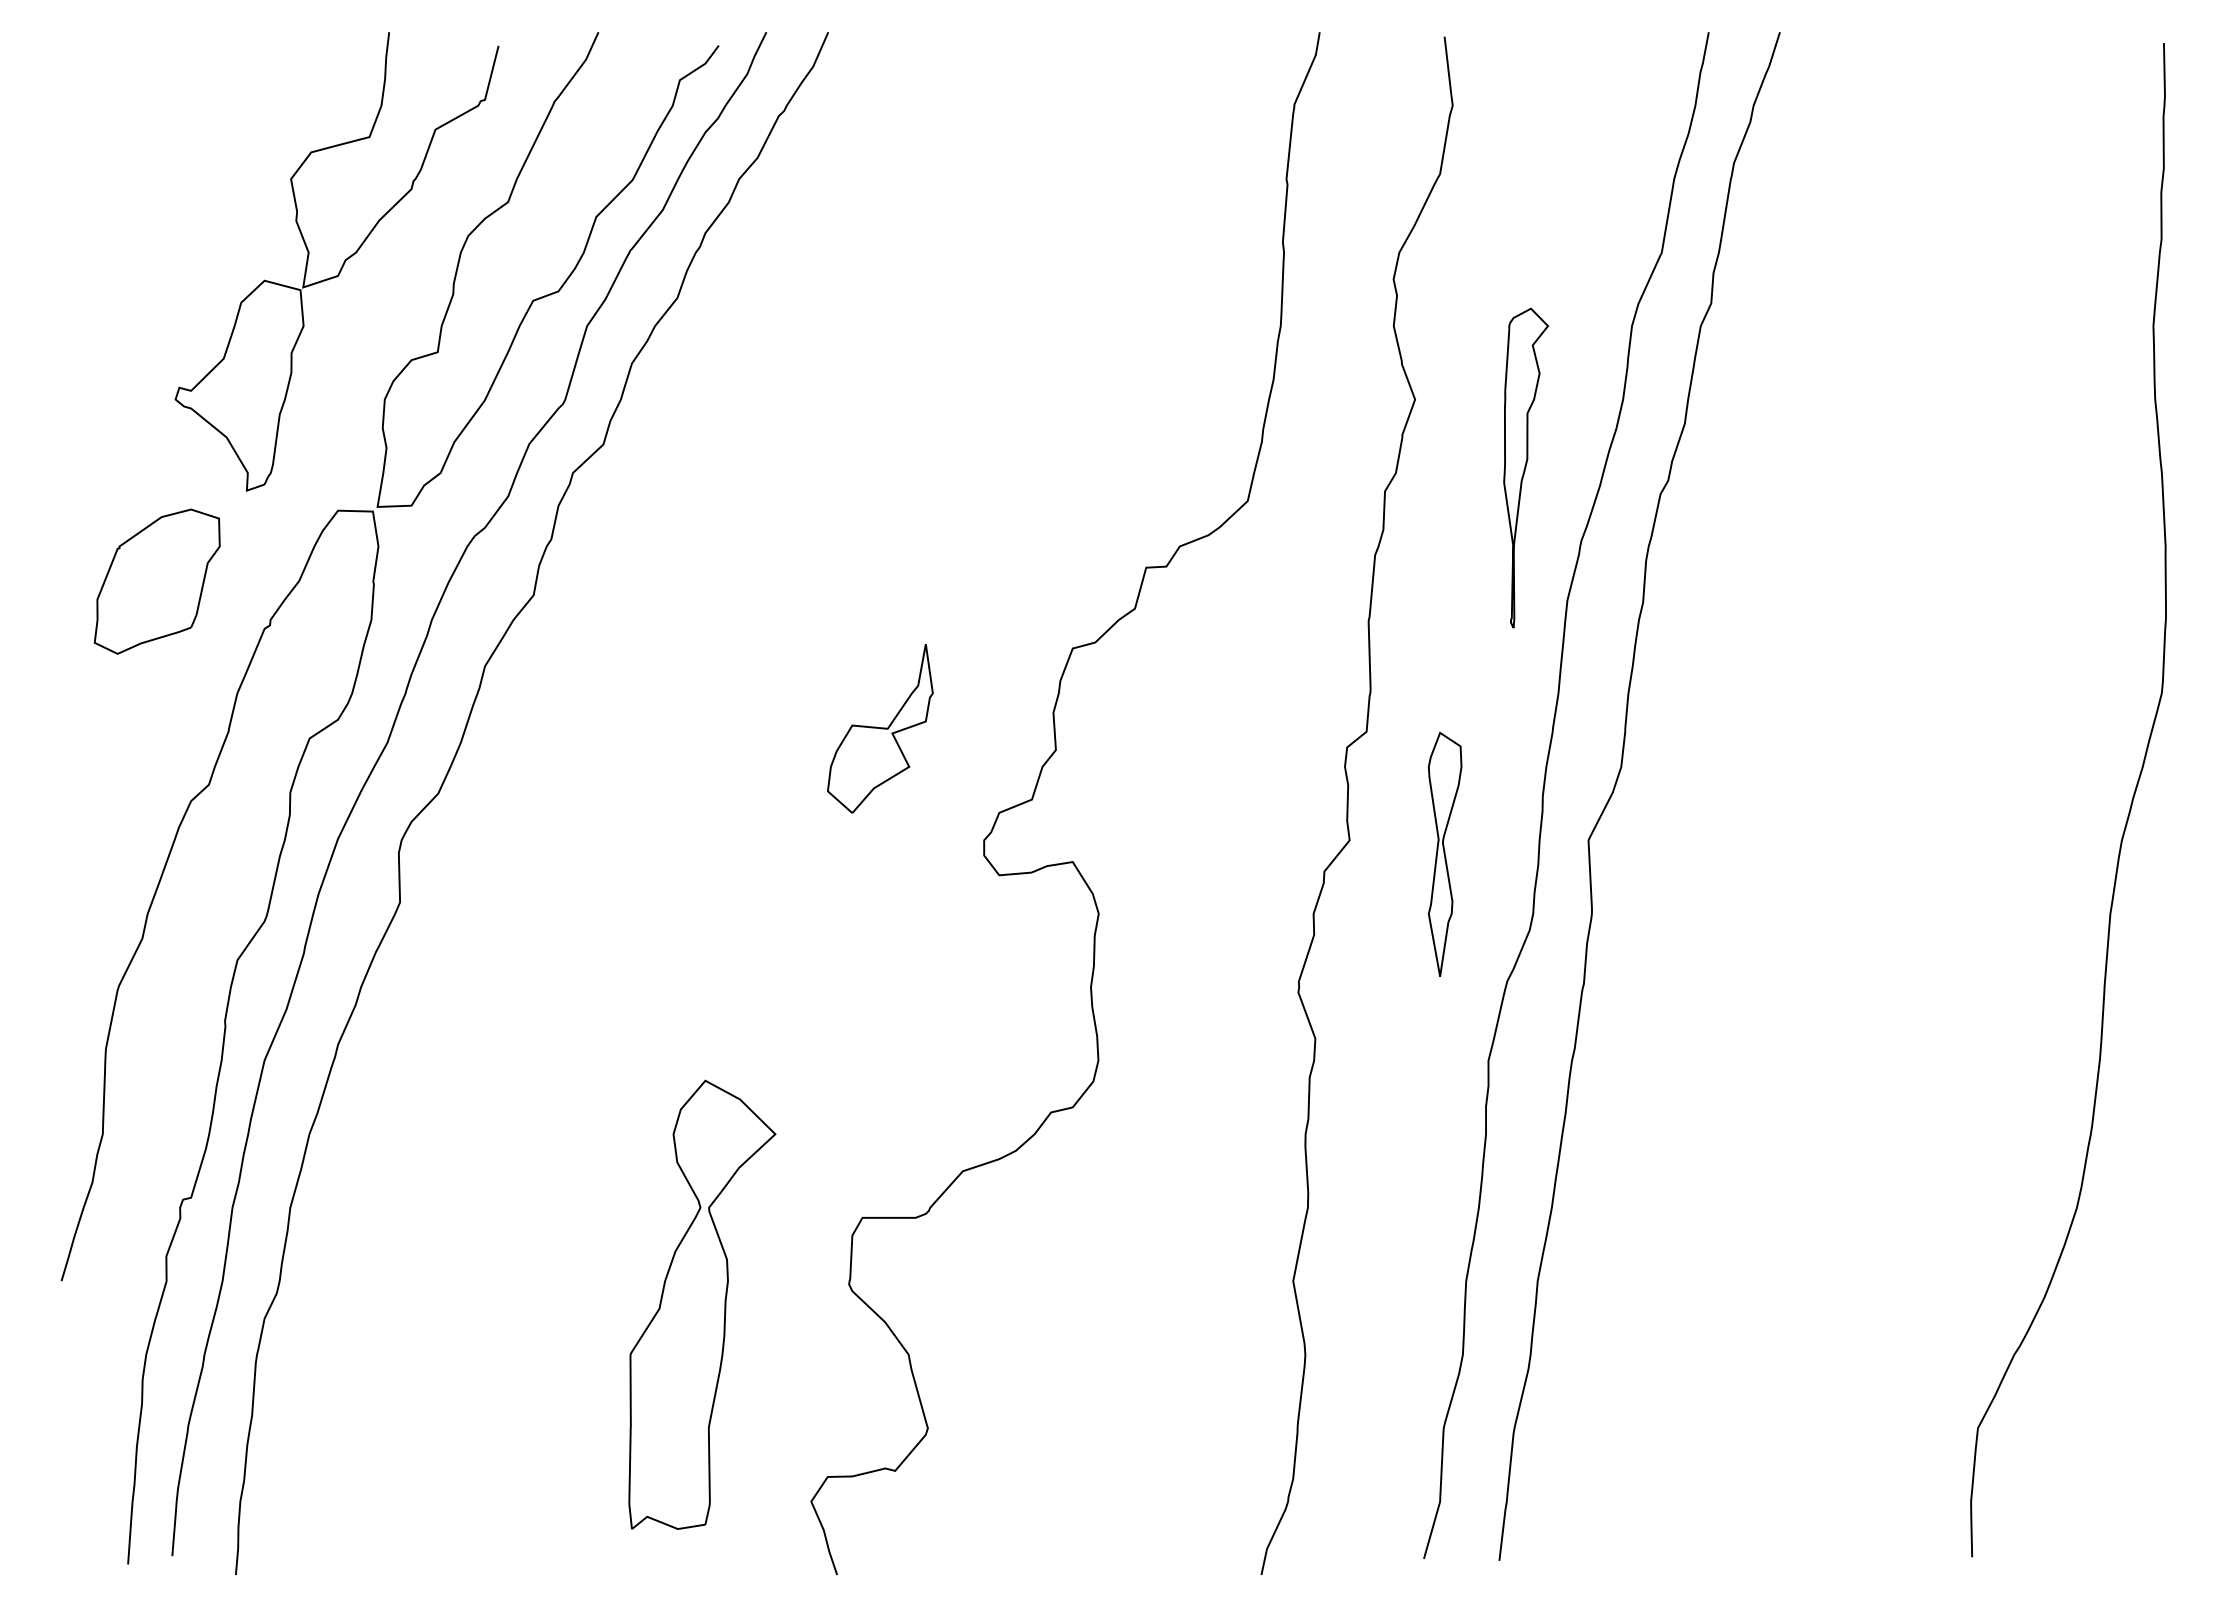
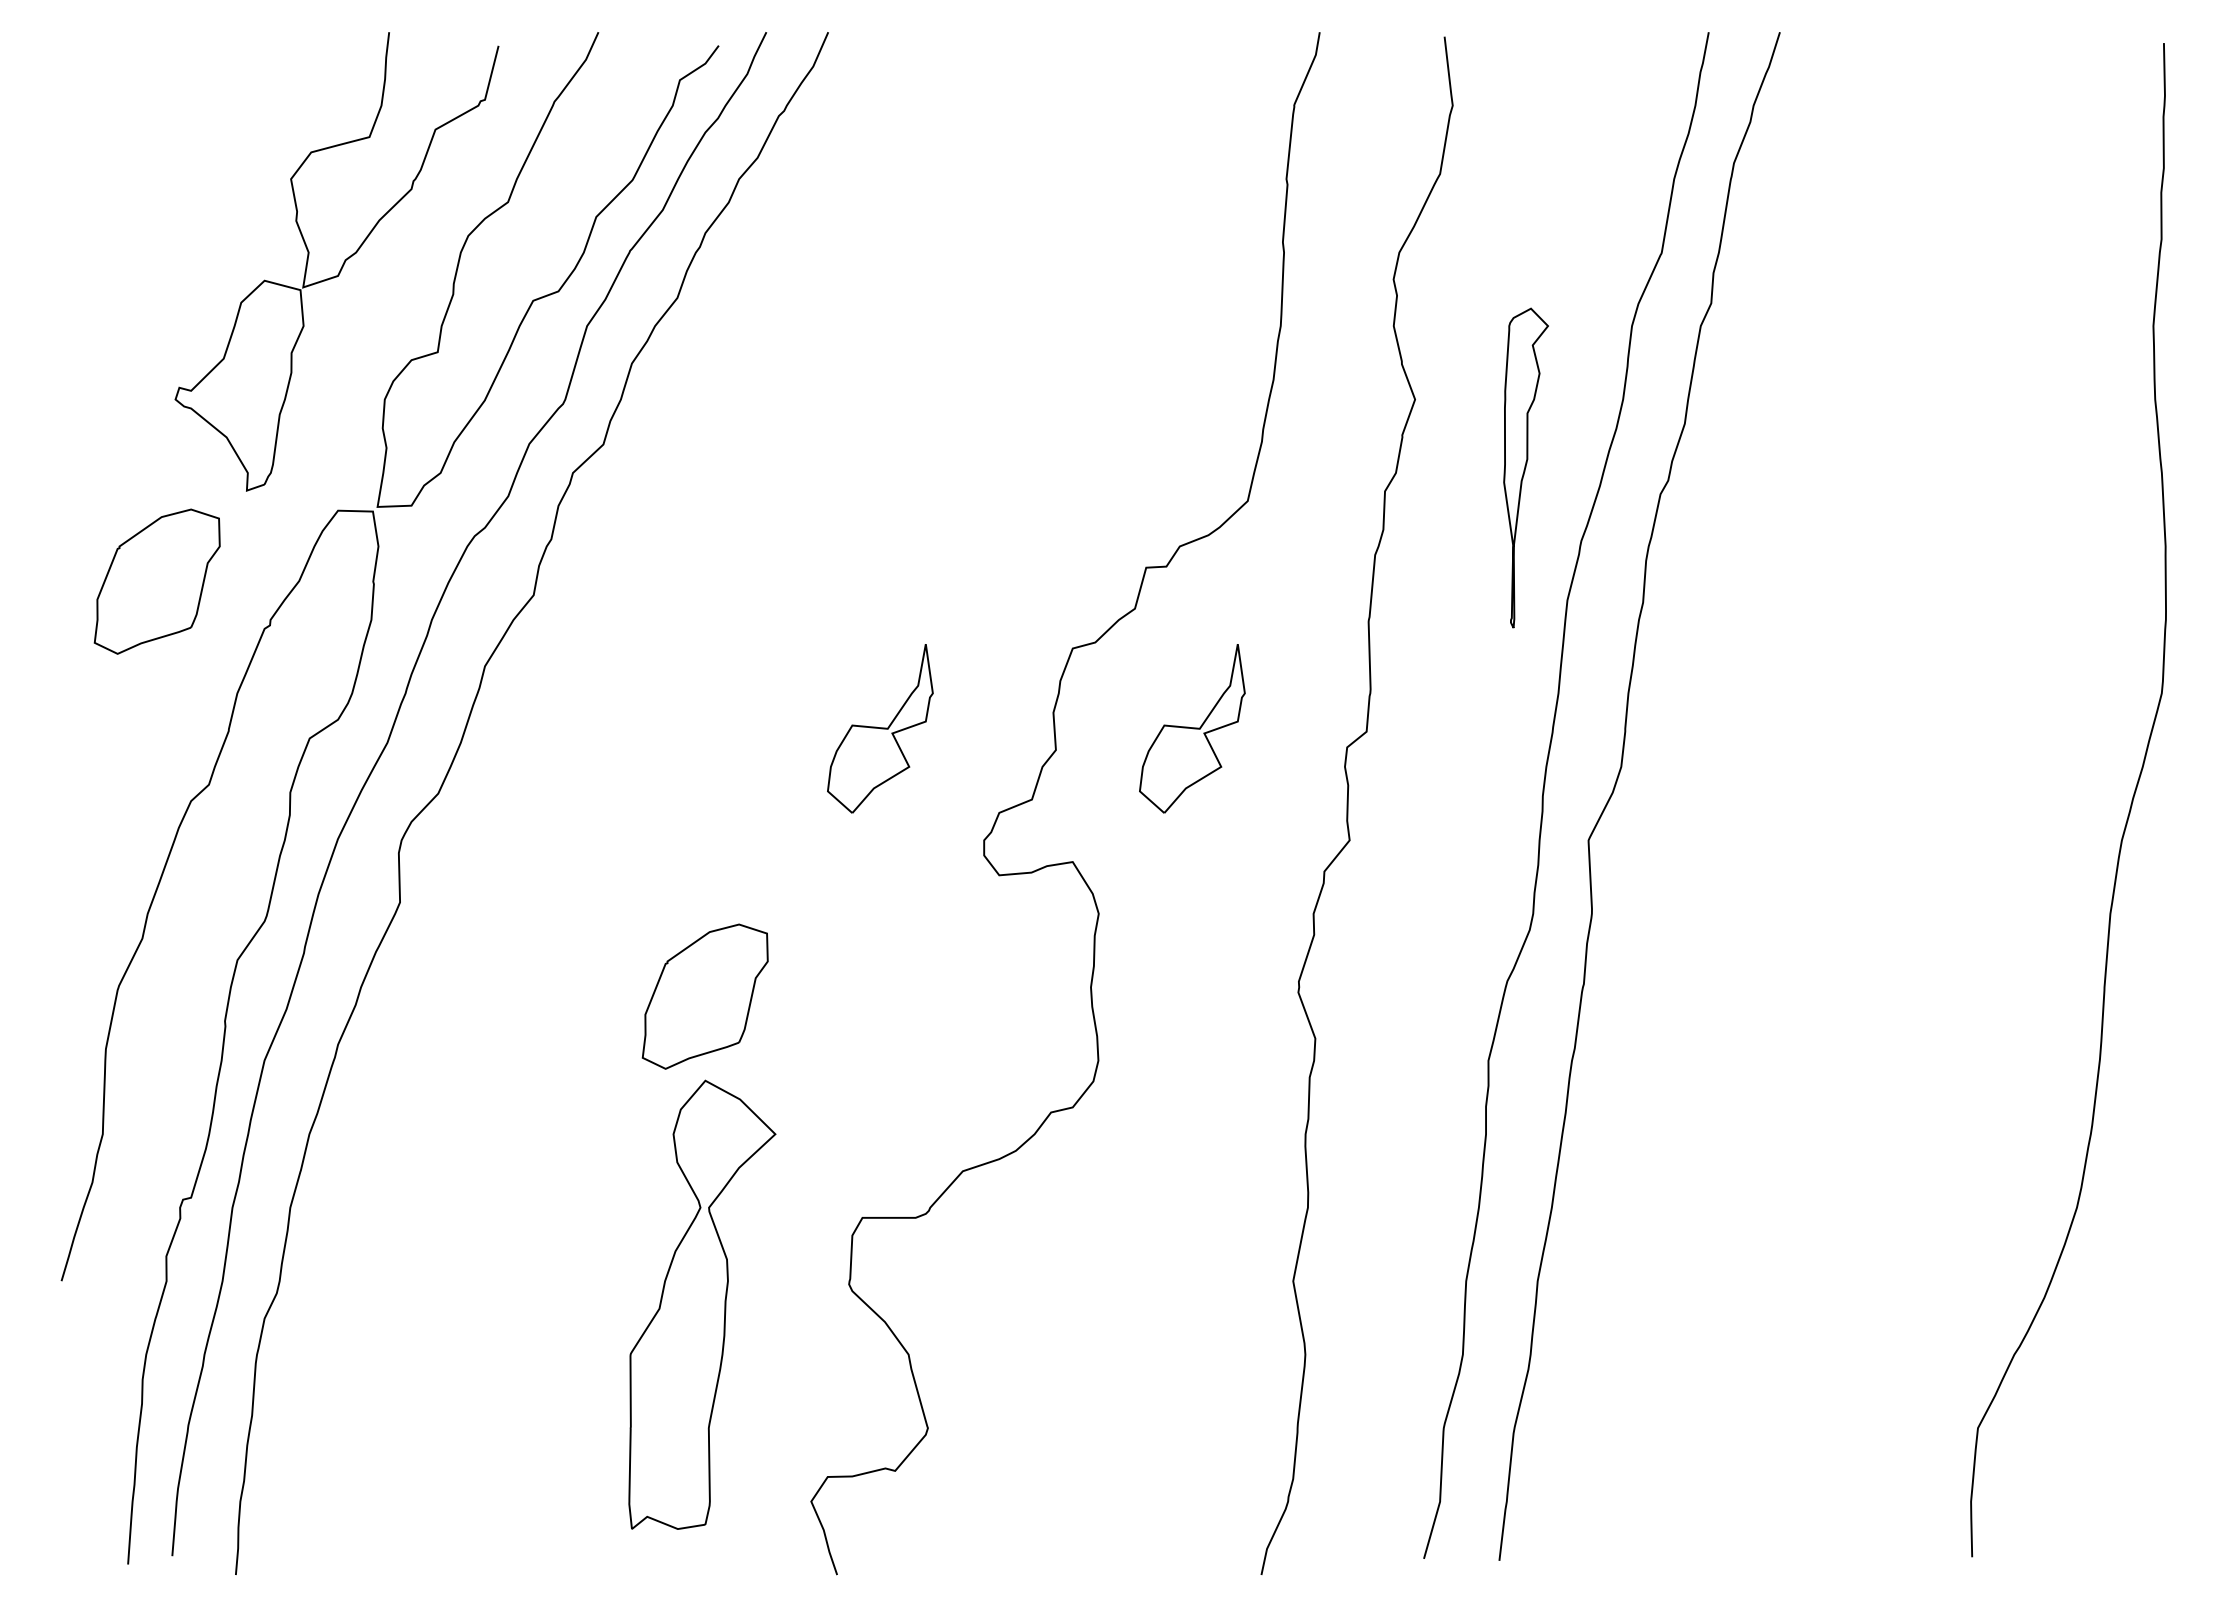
part at (1192, 728): none -> present
part at (1445, 853): present -> none
part at (704, 996): none -> present
